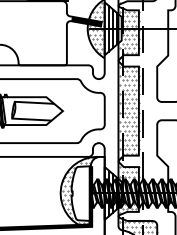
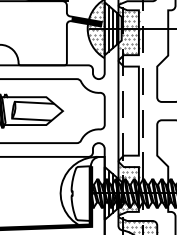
hatch at (129, 112): present -> none
hatch at (77, 190): present -> none
